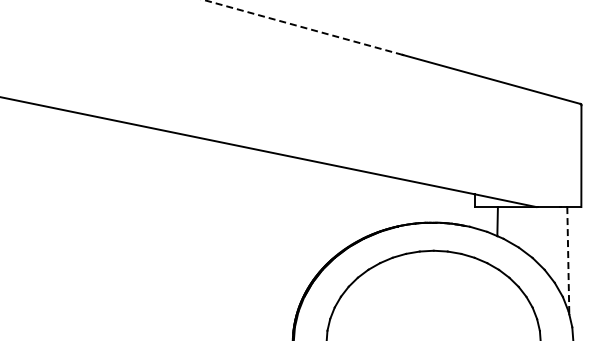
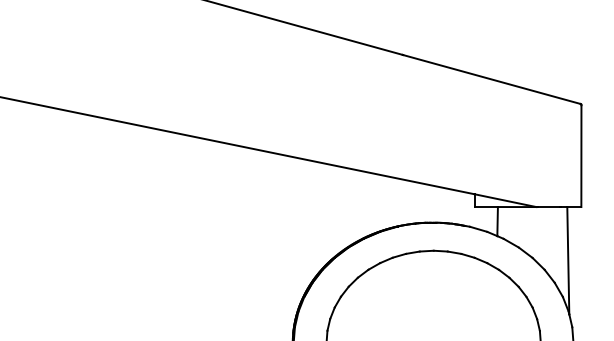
line at (303, 27): dashed -> solid
line at (568, 260): dashed -> solid
